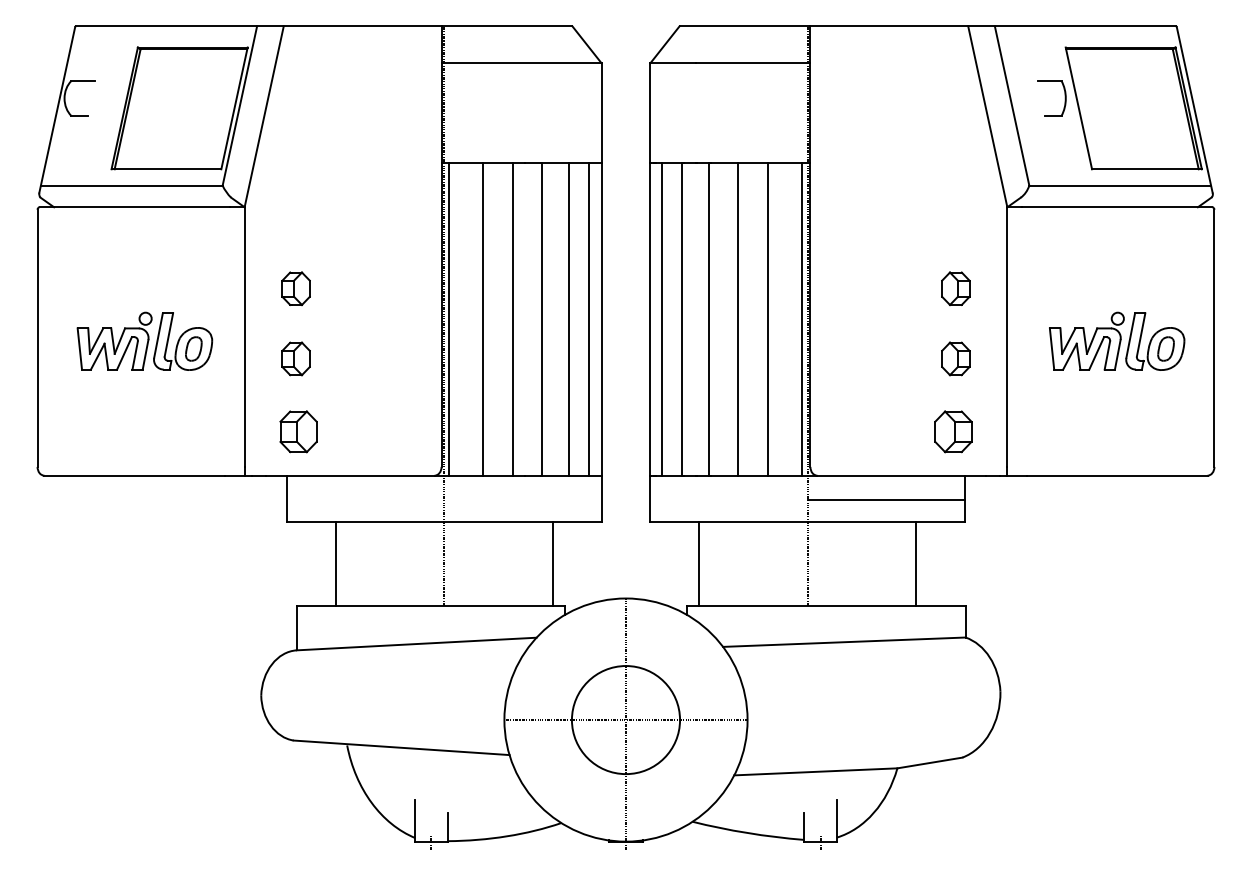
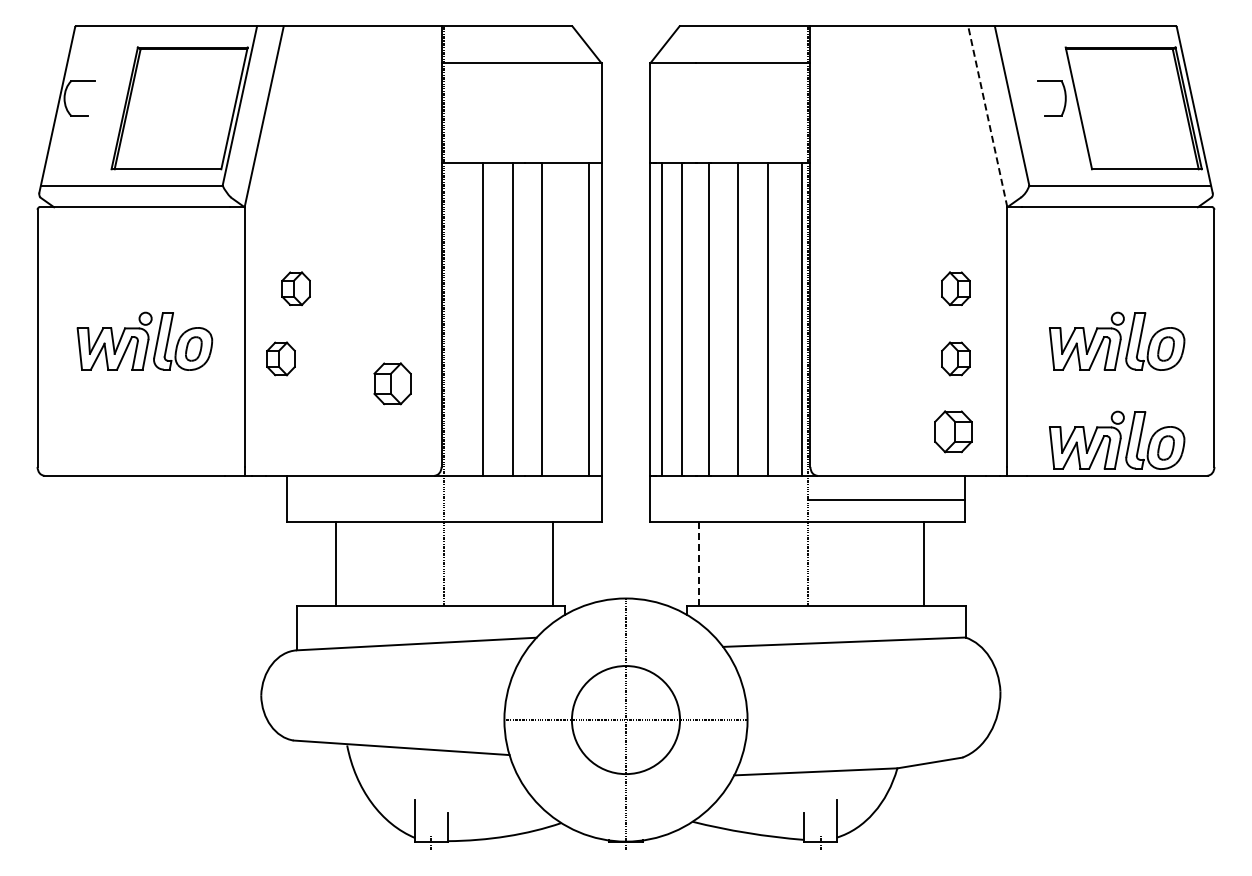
line at (987, 116): solid -> dashed
line at (448, 318): present -> none
line at (568, 318): present -> none
part at (295, 358) position: (295, 358) -> (280, 358)
part at (298, 431) position: (298, 431) -> (392, 383)
part at (1117, 439): none -> present
line at (698, 563): solid -> dashed
line at (916, 563) position: (916, 563) -> (924, 563)
